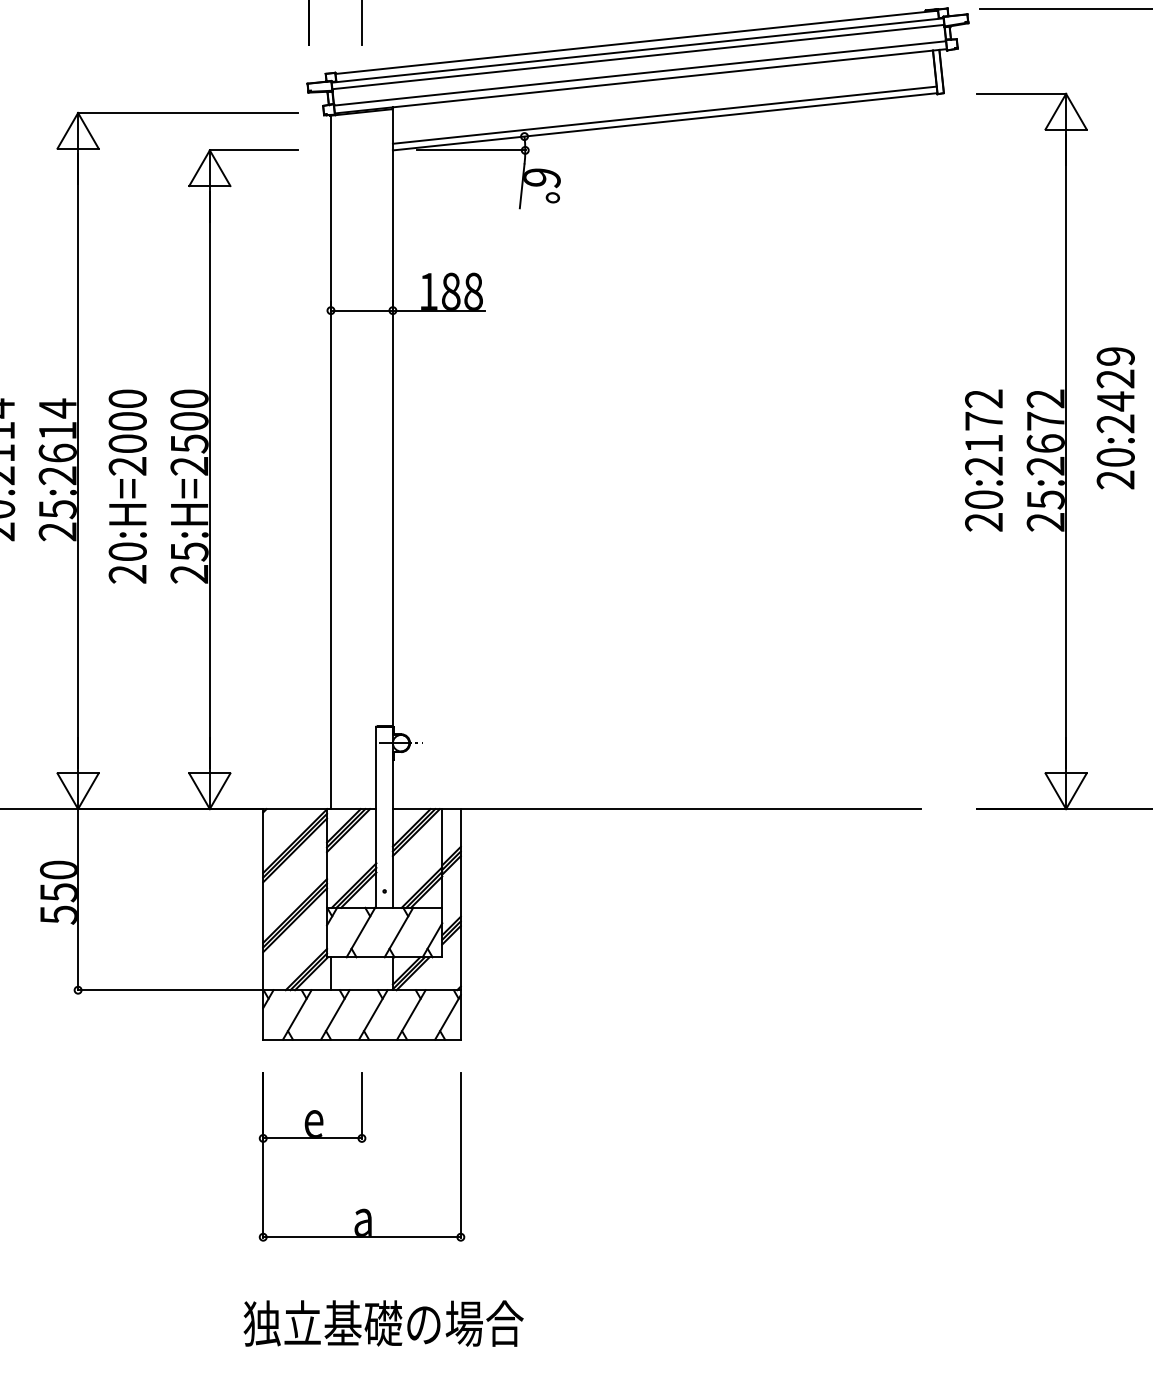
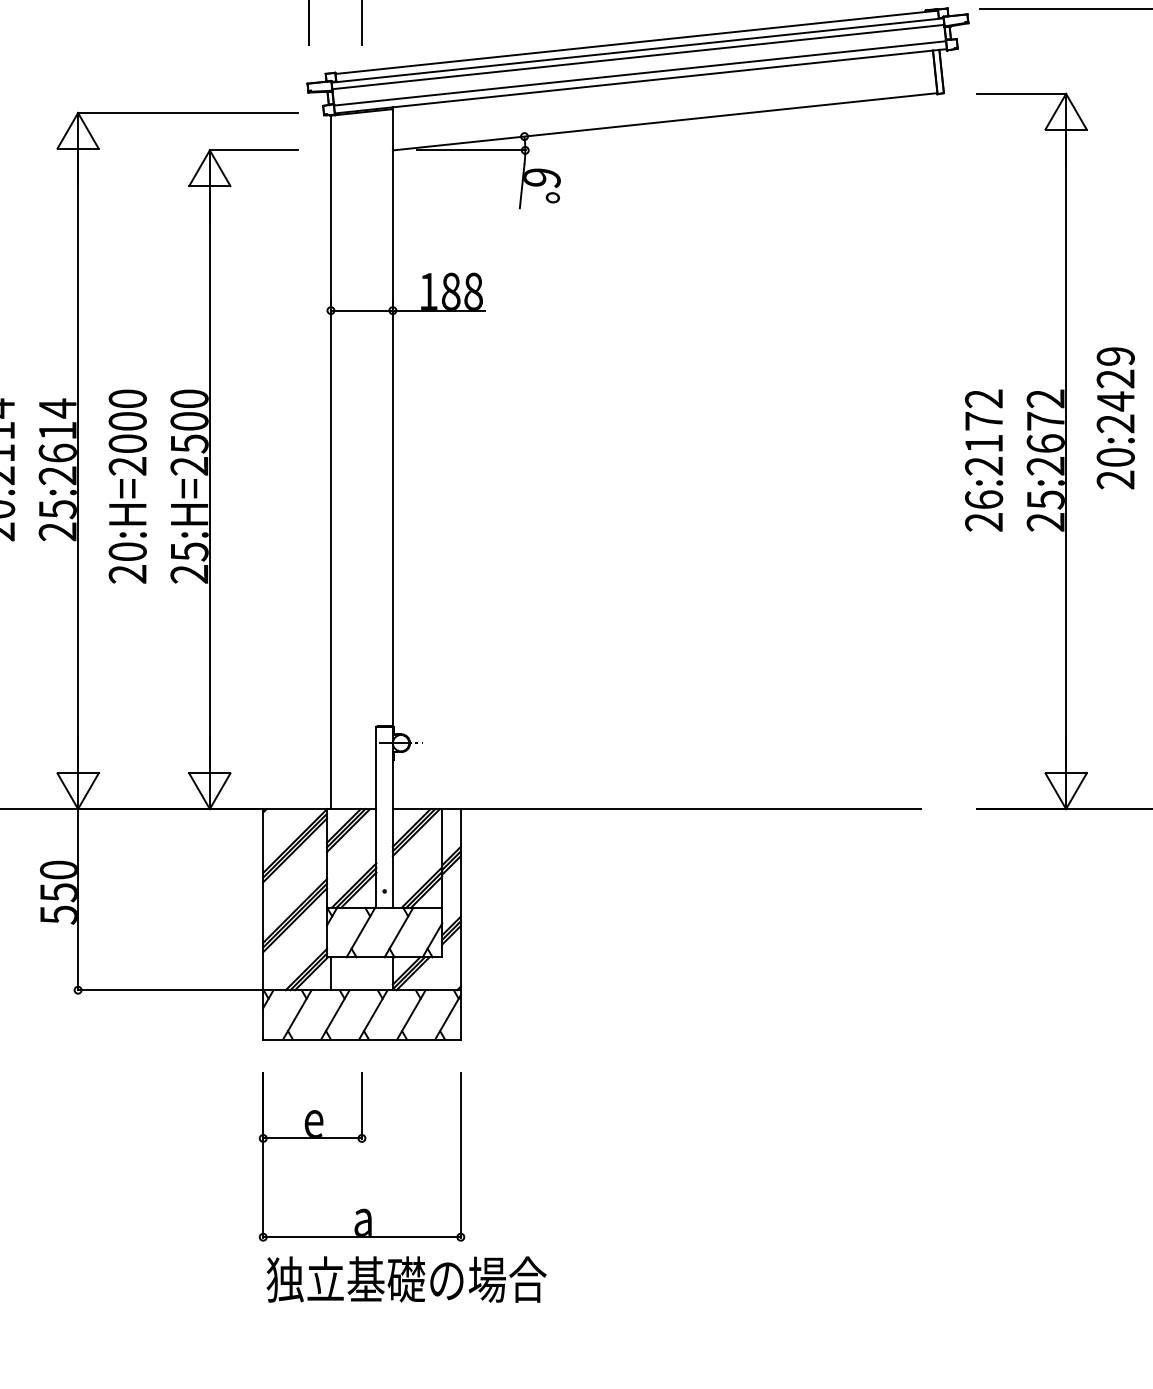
line at (664, 114): present -> none
text at (984, 499): 20:2172 -> 26:2172
text at (383, 1323) position: (383, 1323) -> (406, 1279)
